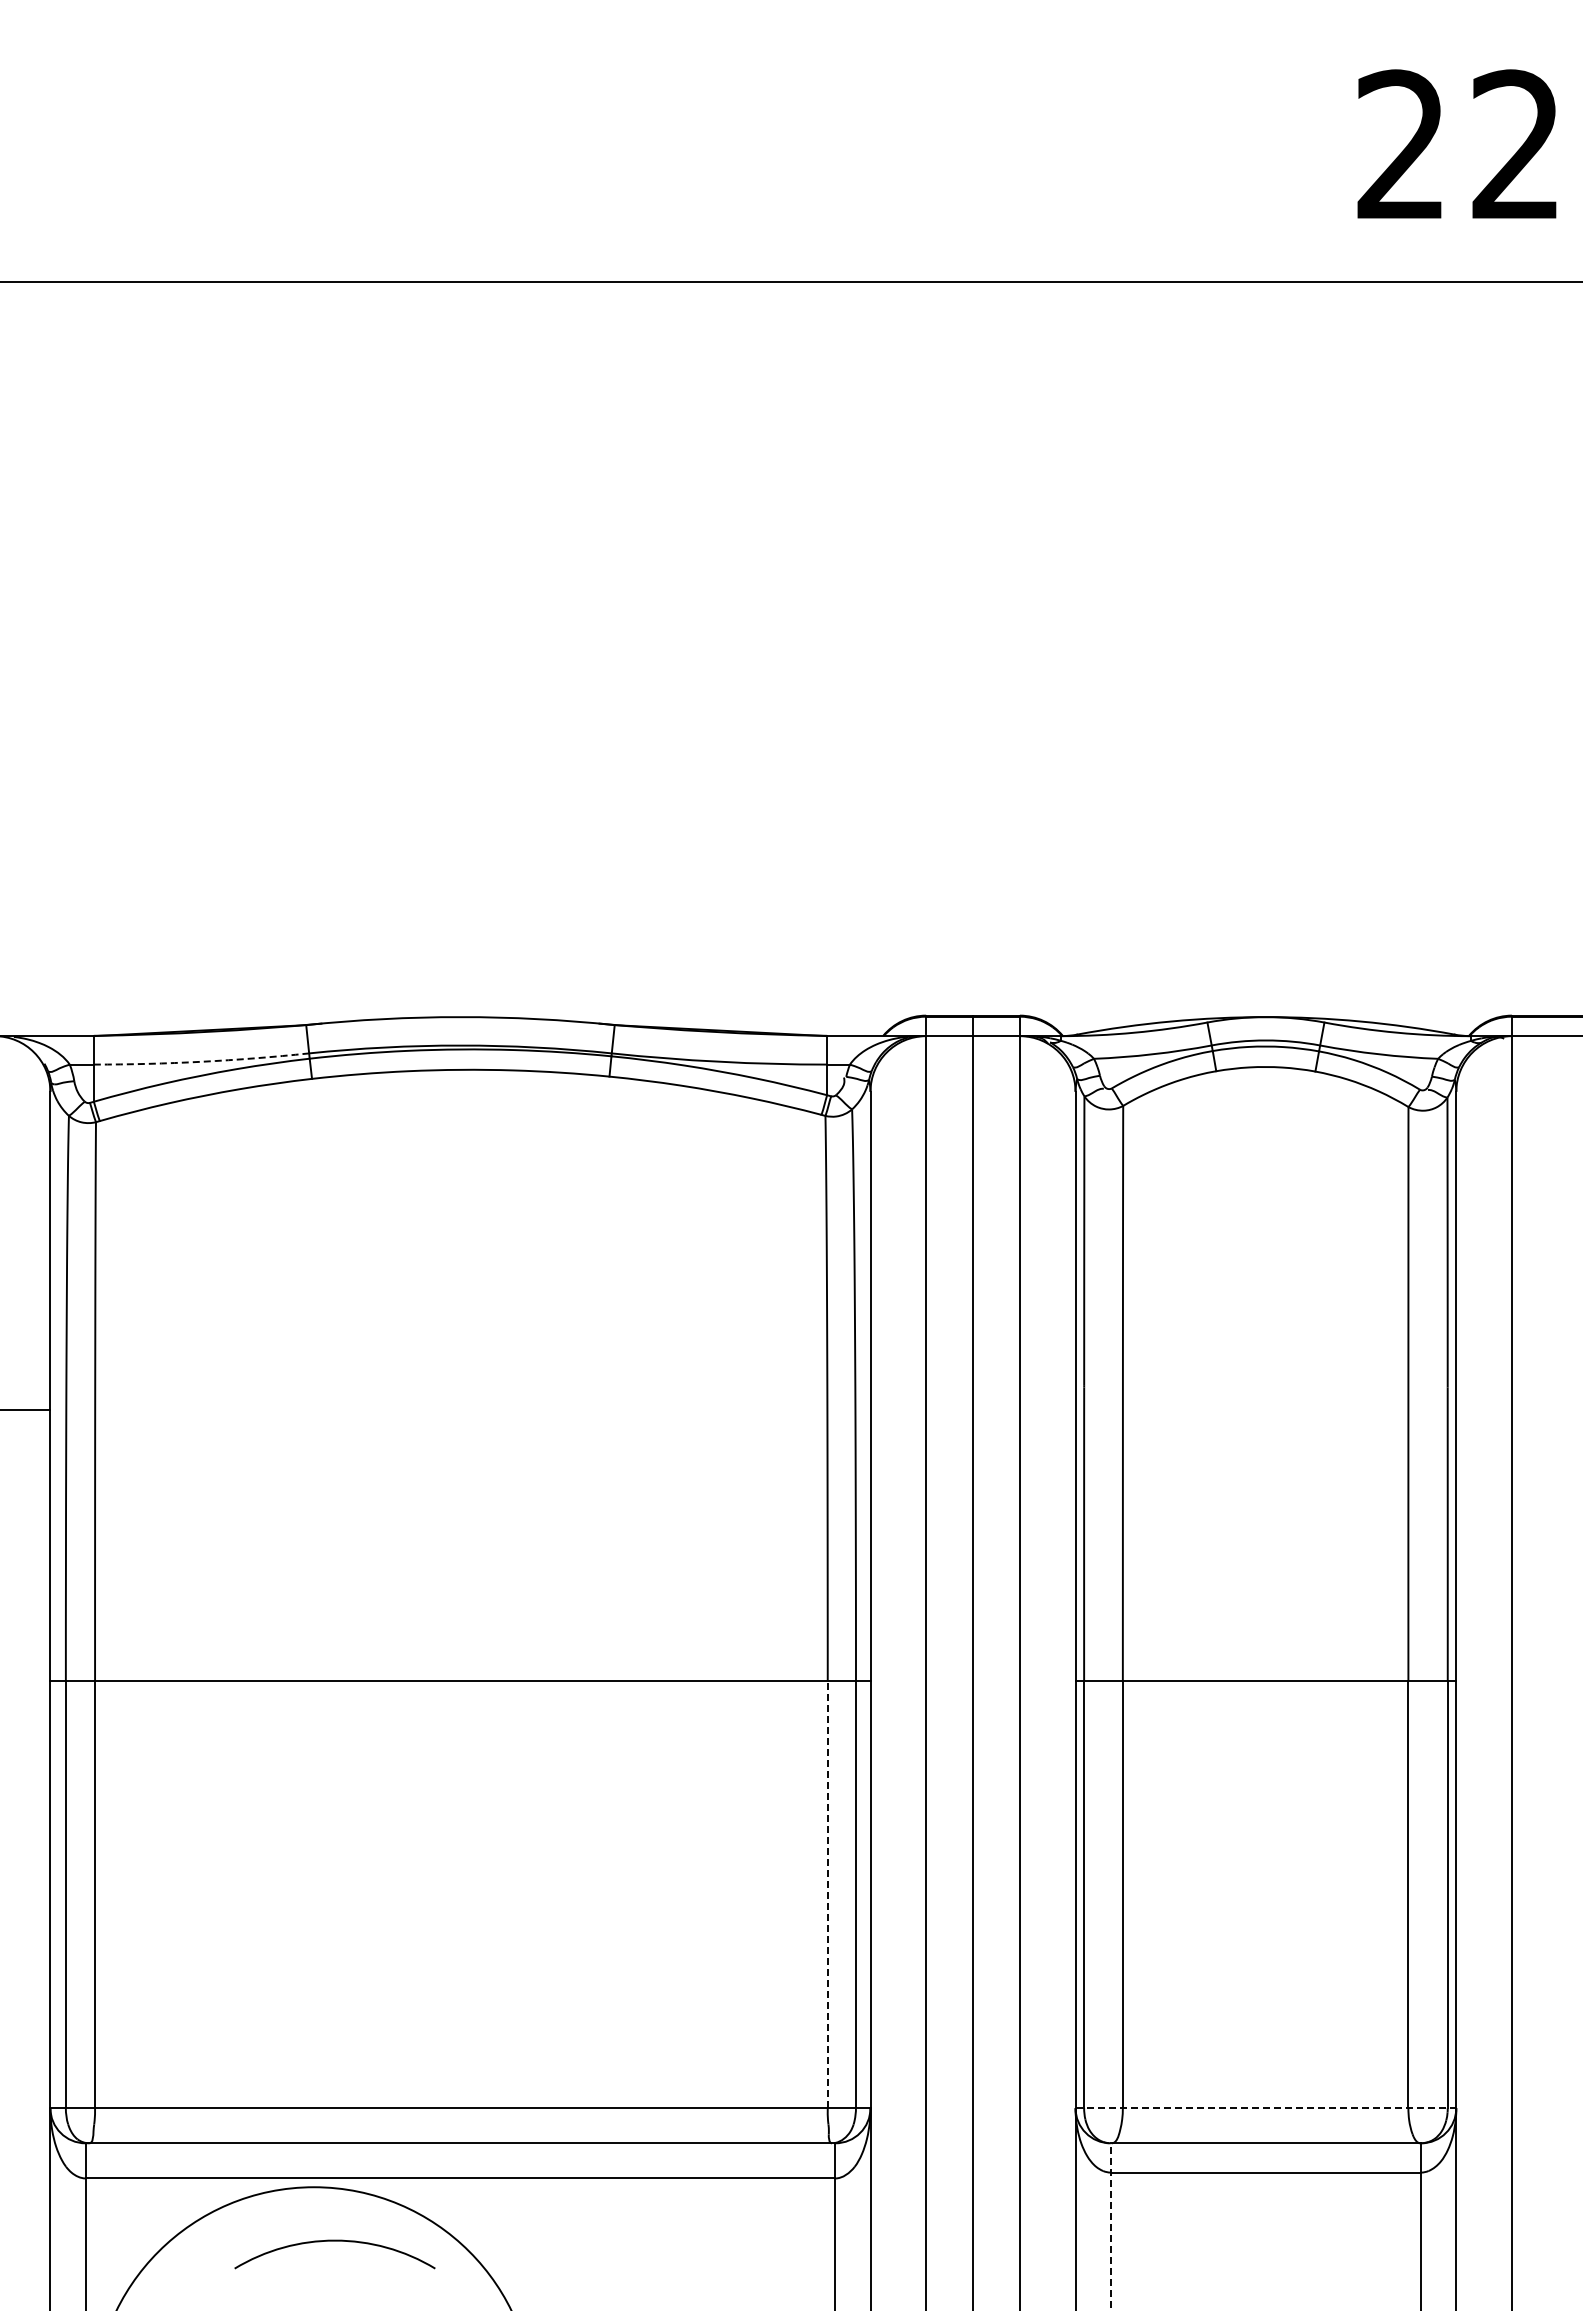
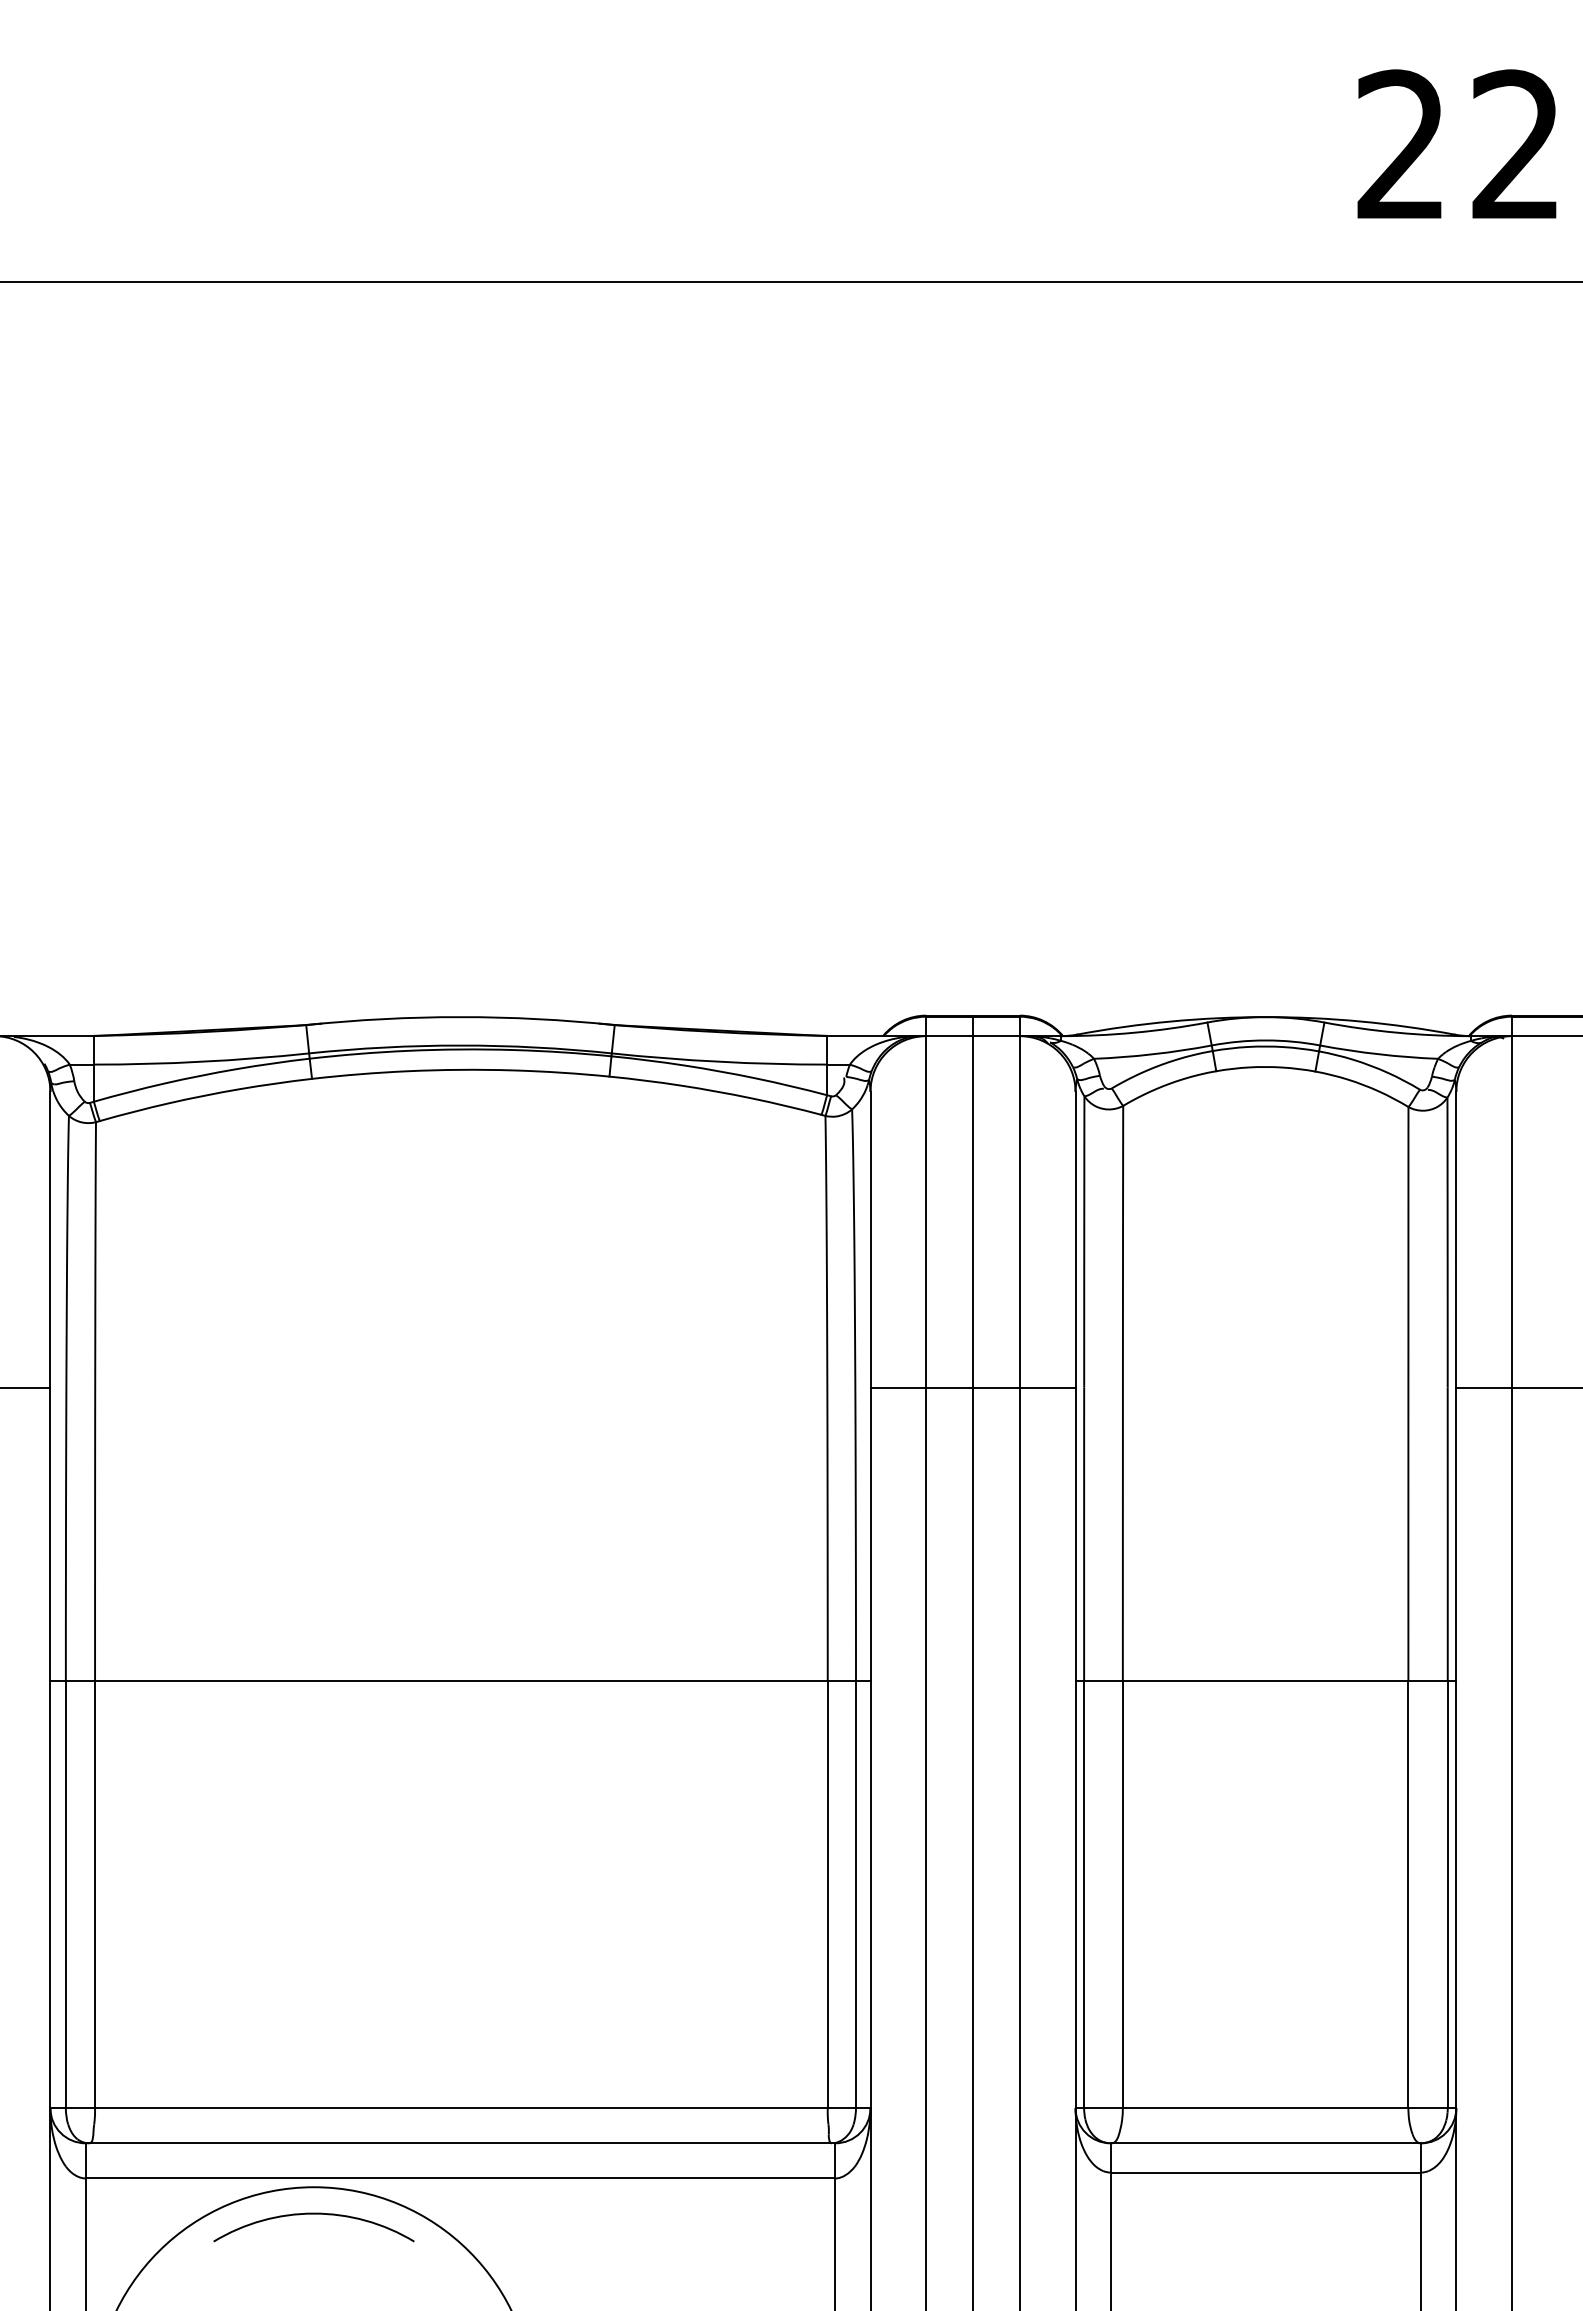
arc at (201, 1061): dashed -> solid
line at (972, 1387): none -> present
line at (1517, 1387): none -> present
line at (26, 1409) position: (26, 1409) -> (26, 1387)
line at (827, 1894): dashed -> solid
line at (1266, 2108): dashed -> solid
line at (1110, 2226): dashed -> solid
arc at (334, 2241) position: (334, 2241) -> (313, 2214)
